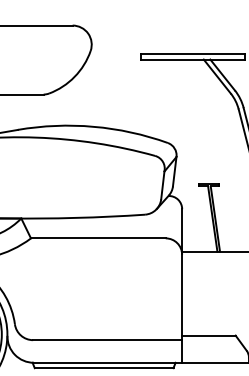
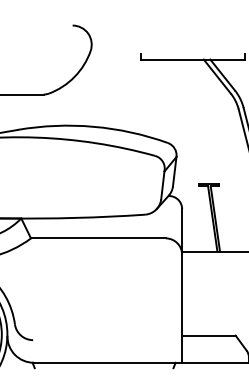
line at (37, 25): present -> none
line at (192, 54): present -> none
line at (107, 340): present -> none
line at (103, 368): present -> none
